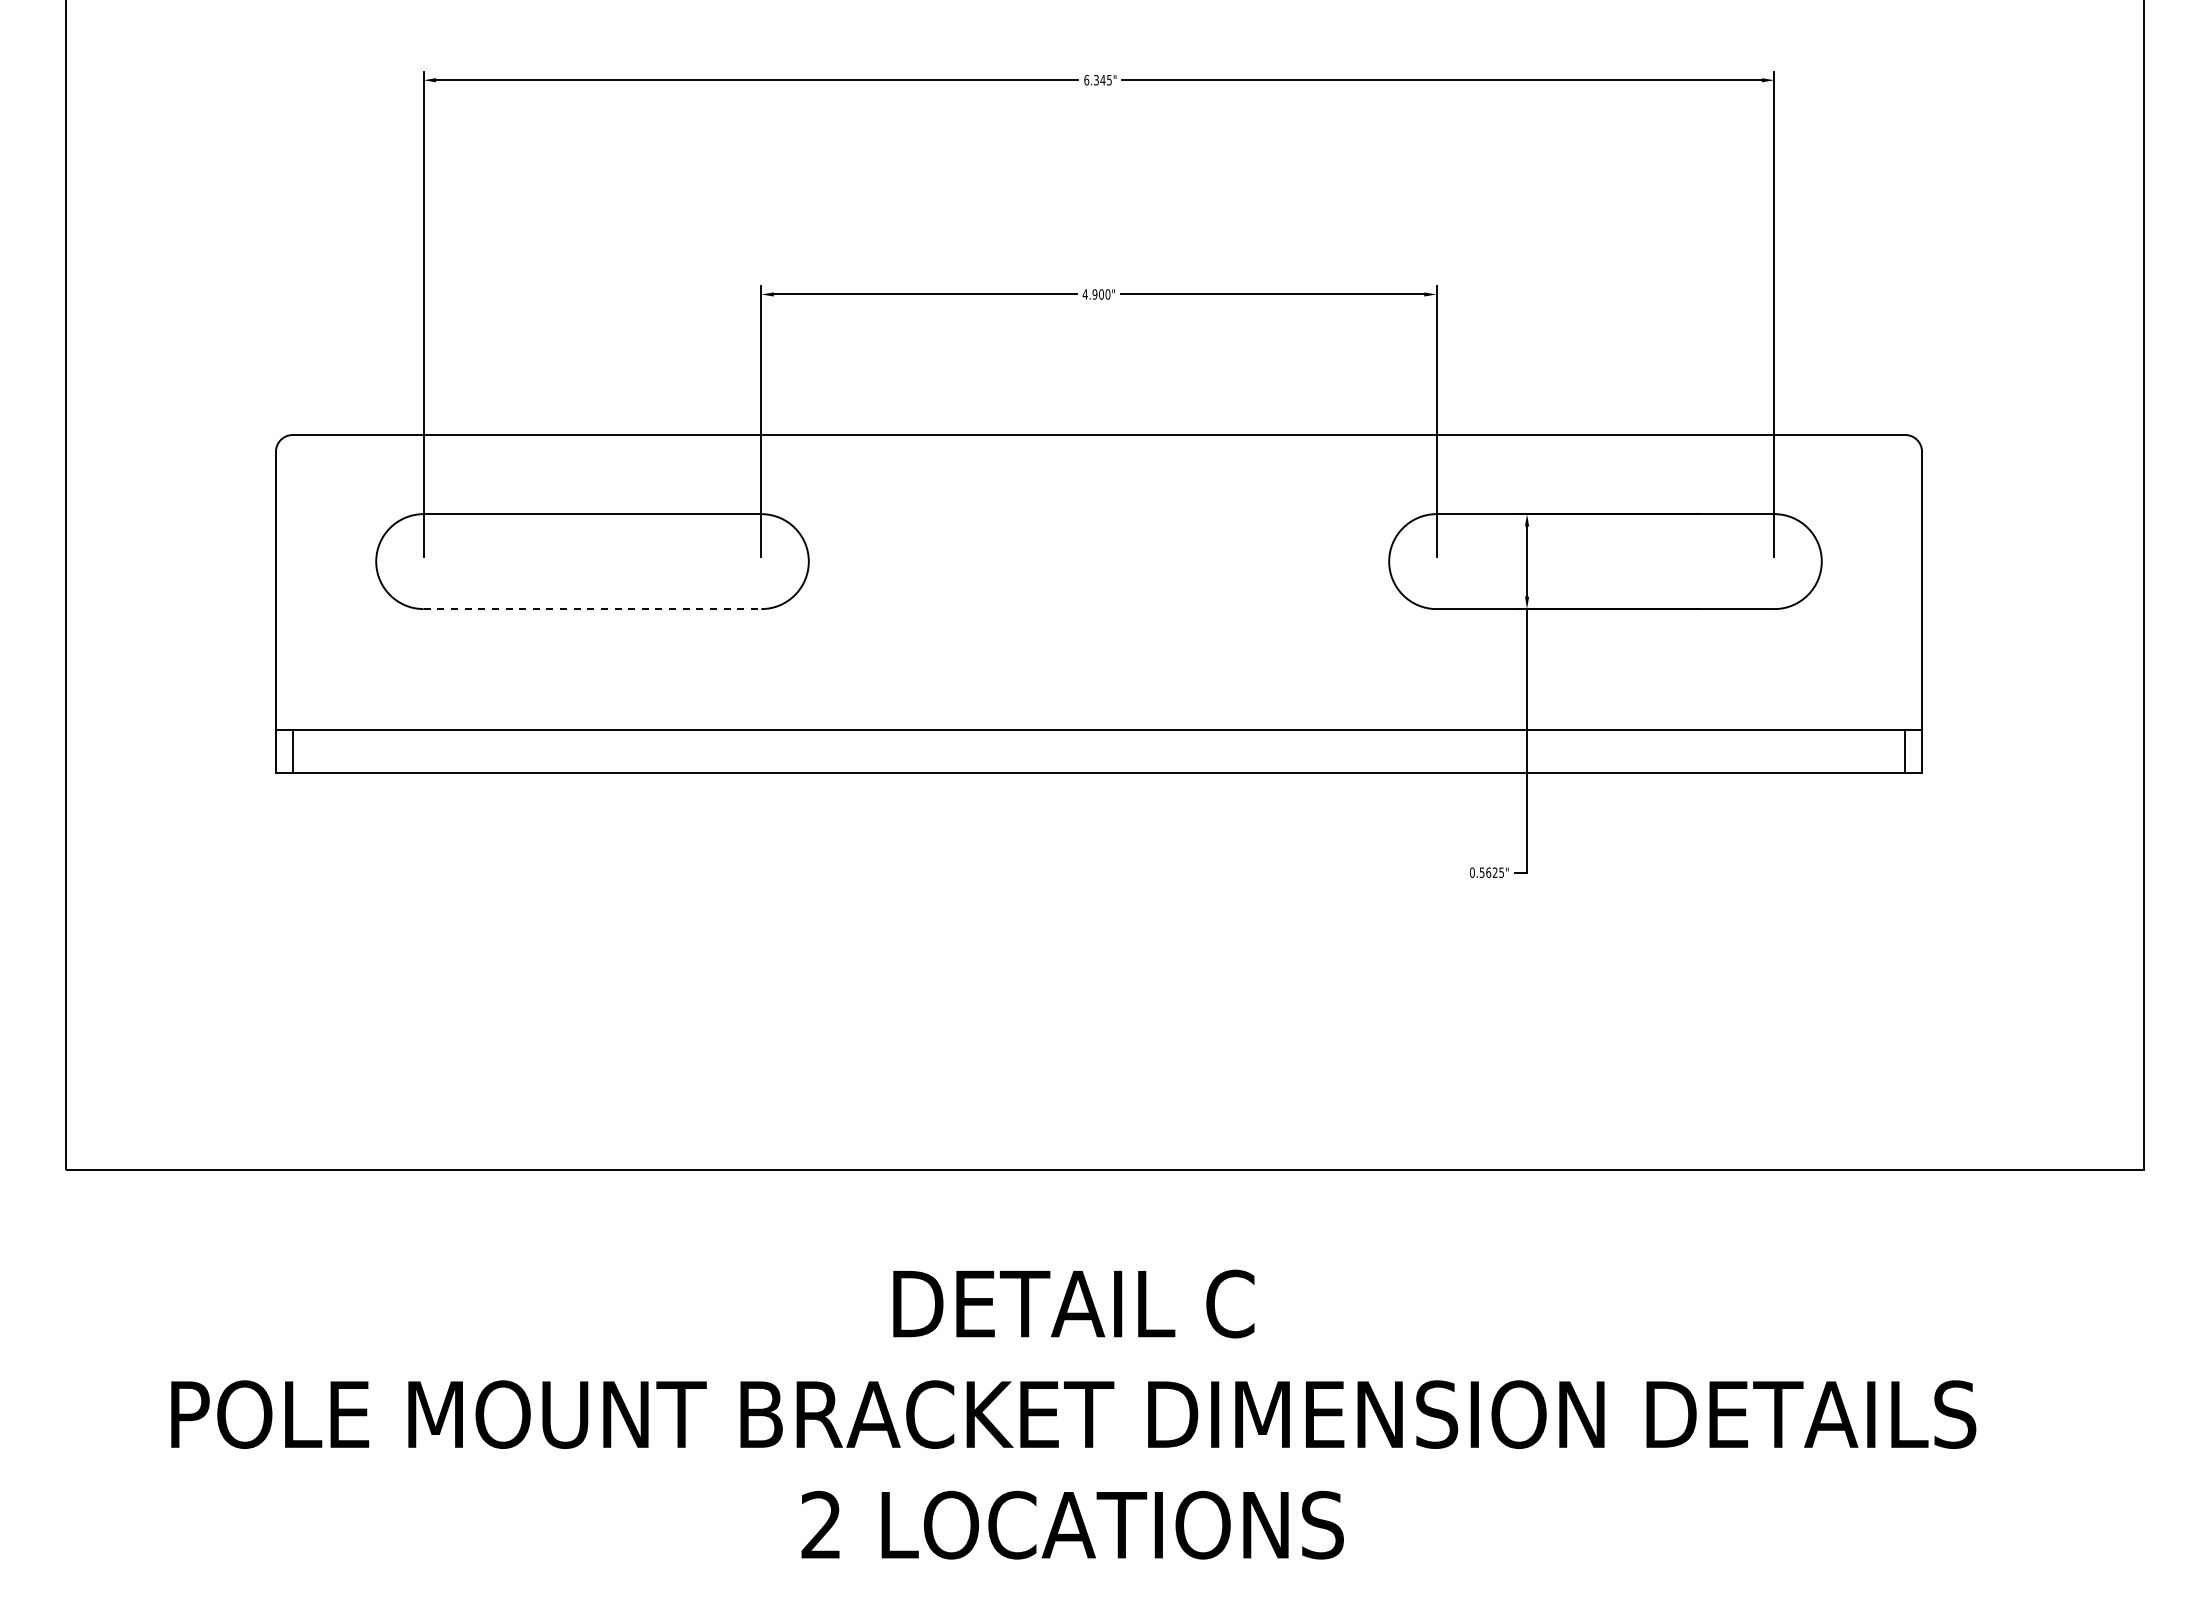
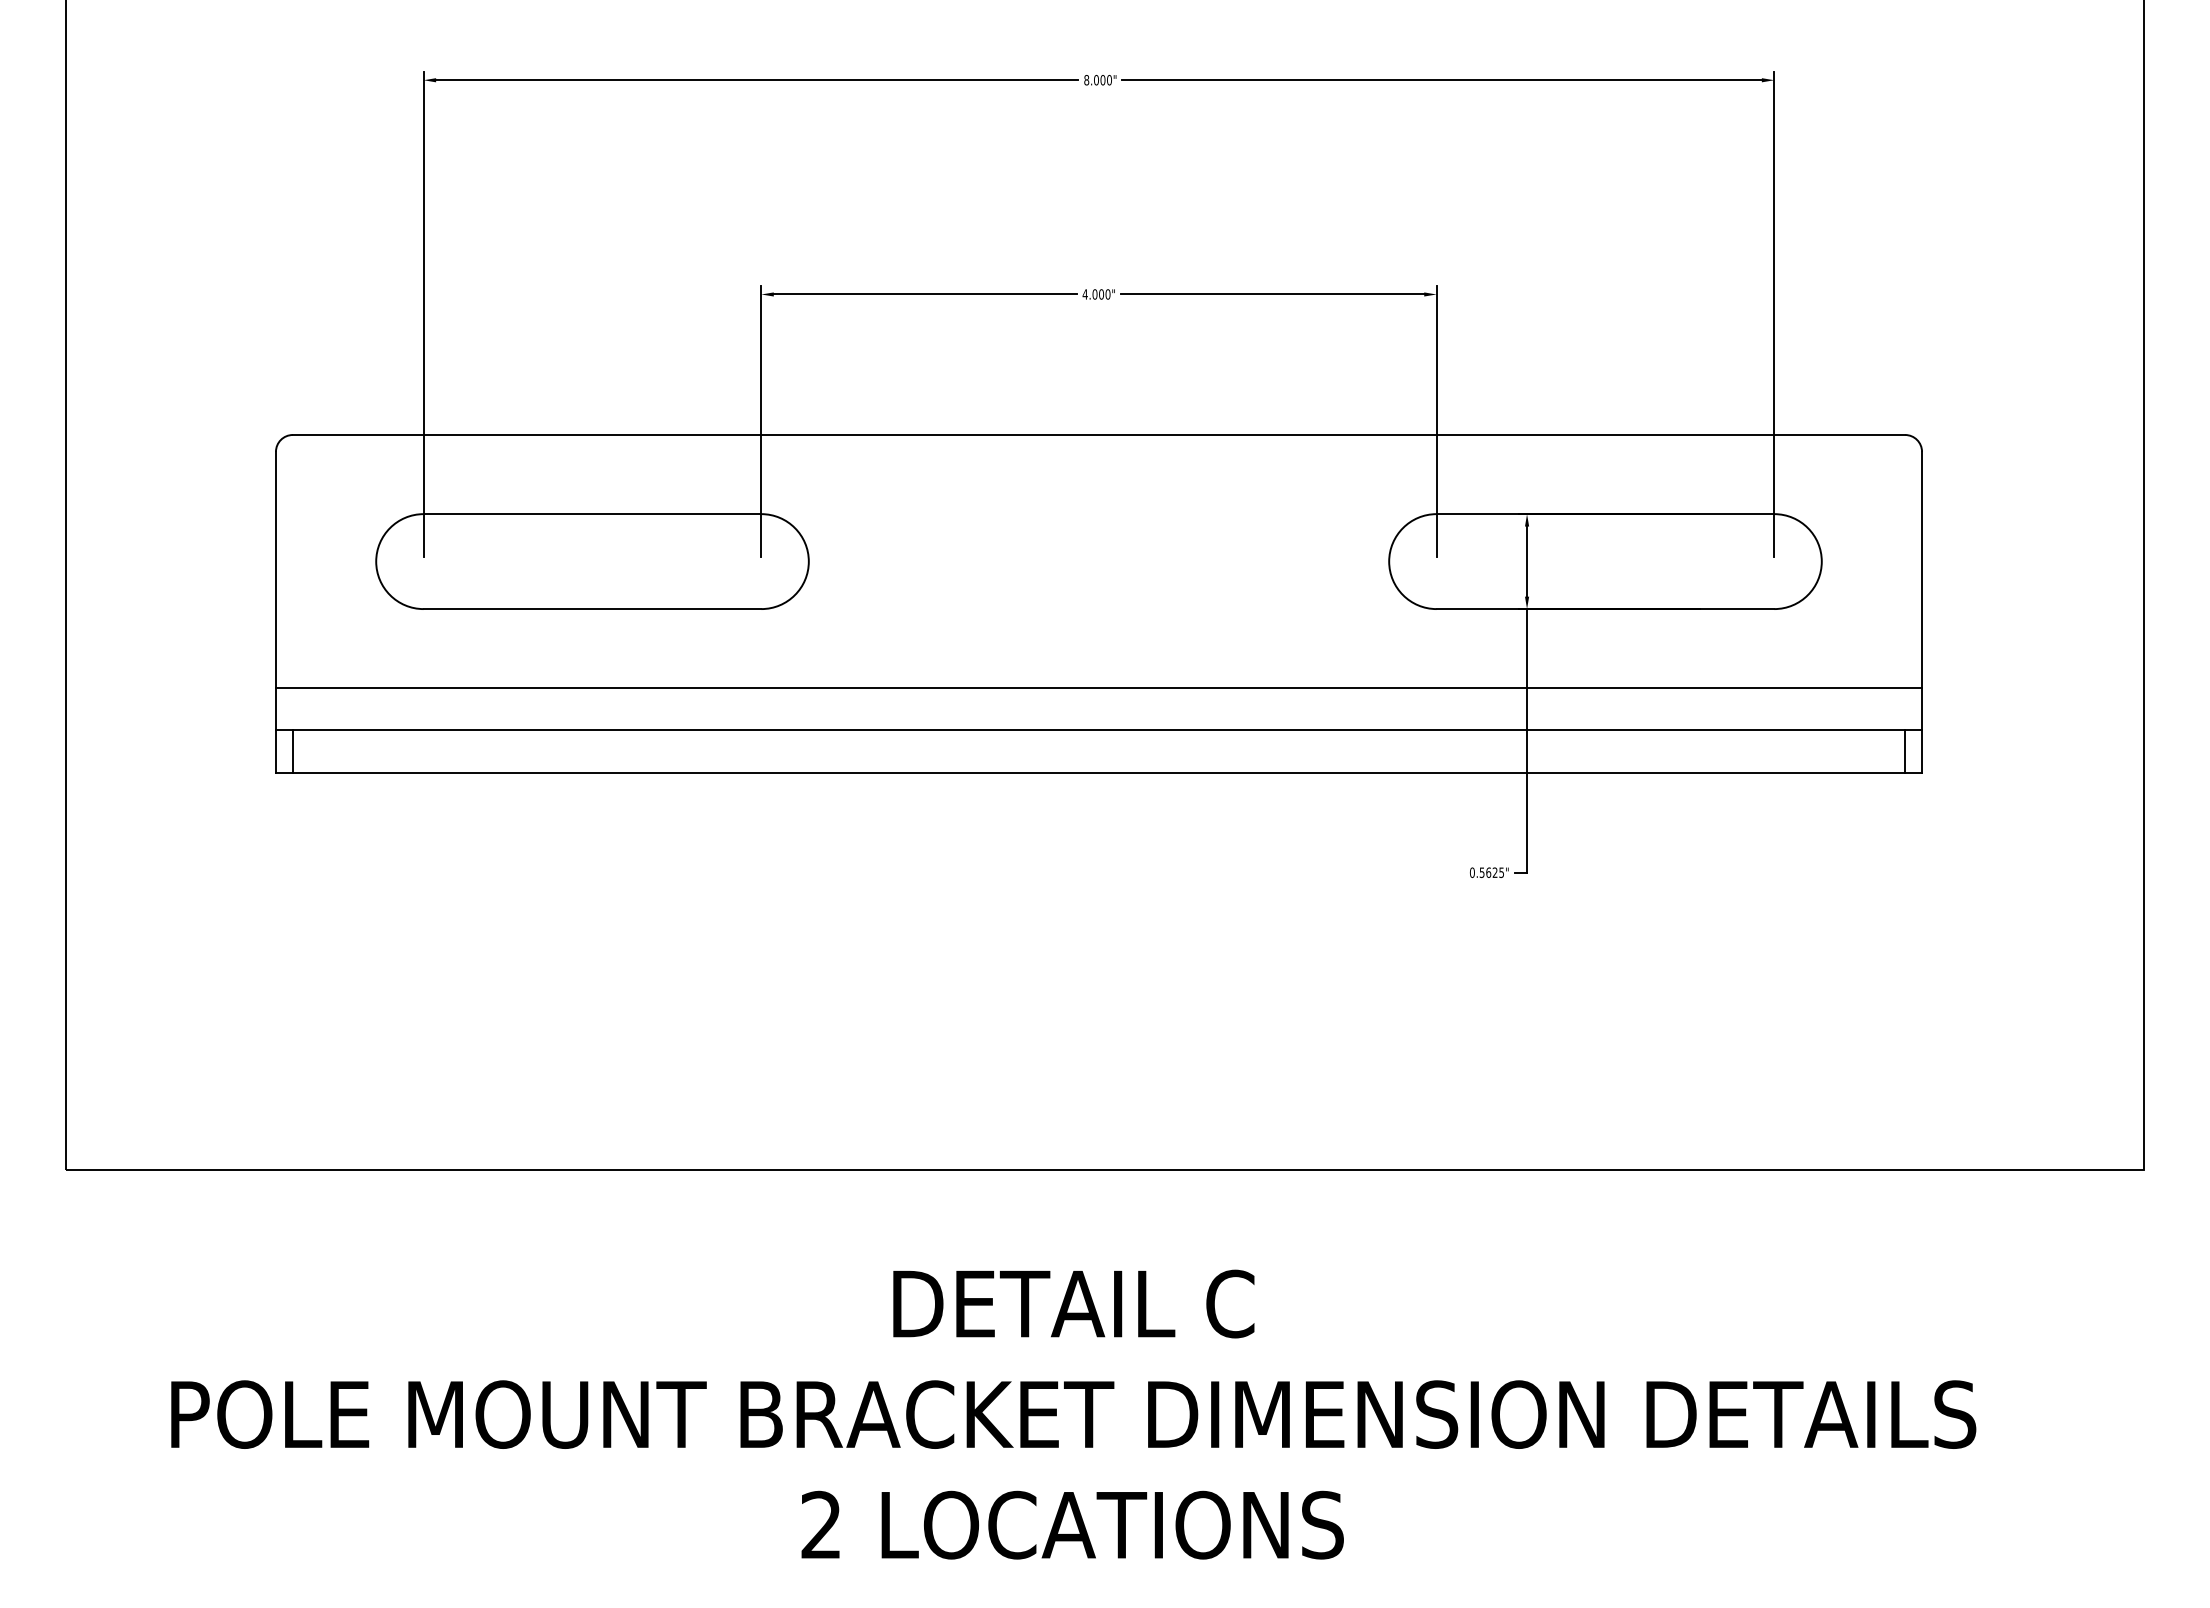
text at (1097, 79): 6.345" -> 8.000"
text at (1094, 294): 4.900" -> 4.000"
line at (592, 609): dashed -> solid
line at (1098, 688): none -> present
